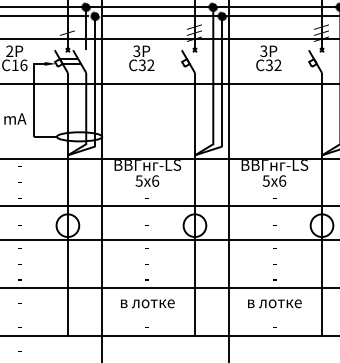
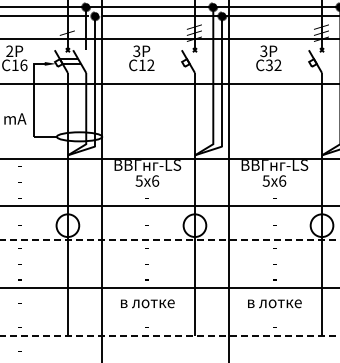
text at (141, 65): C32 -> C12
line at (170, 240): solid -> dashed
line at (170, 335): solid -> dashed
